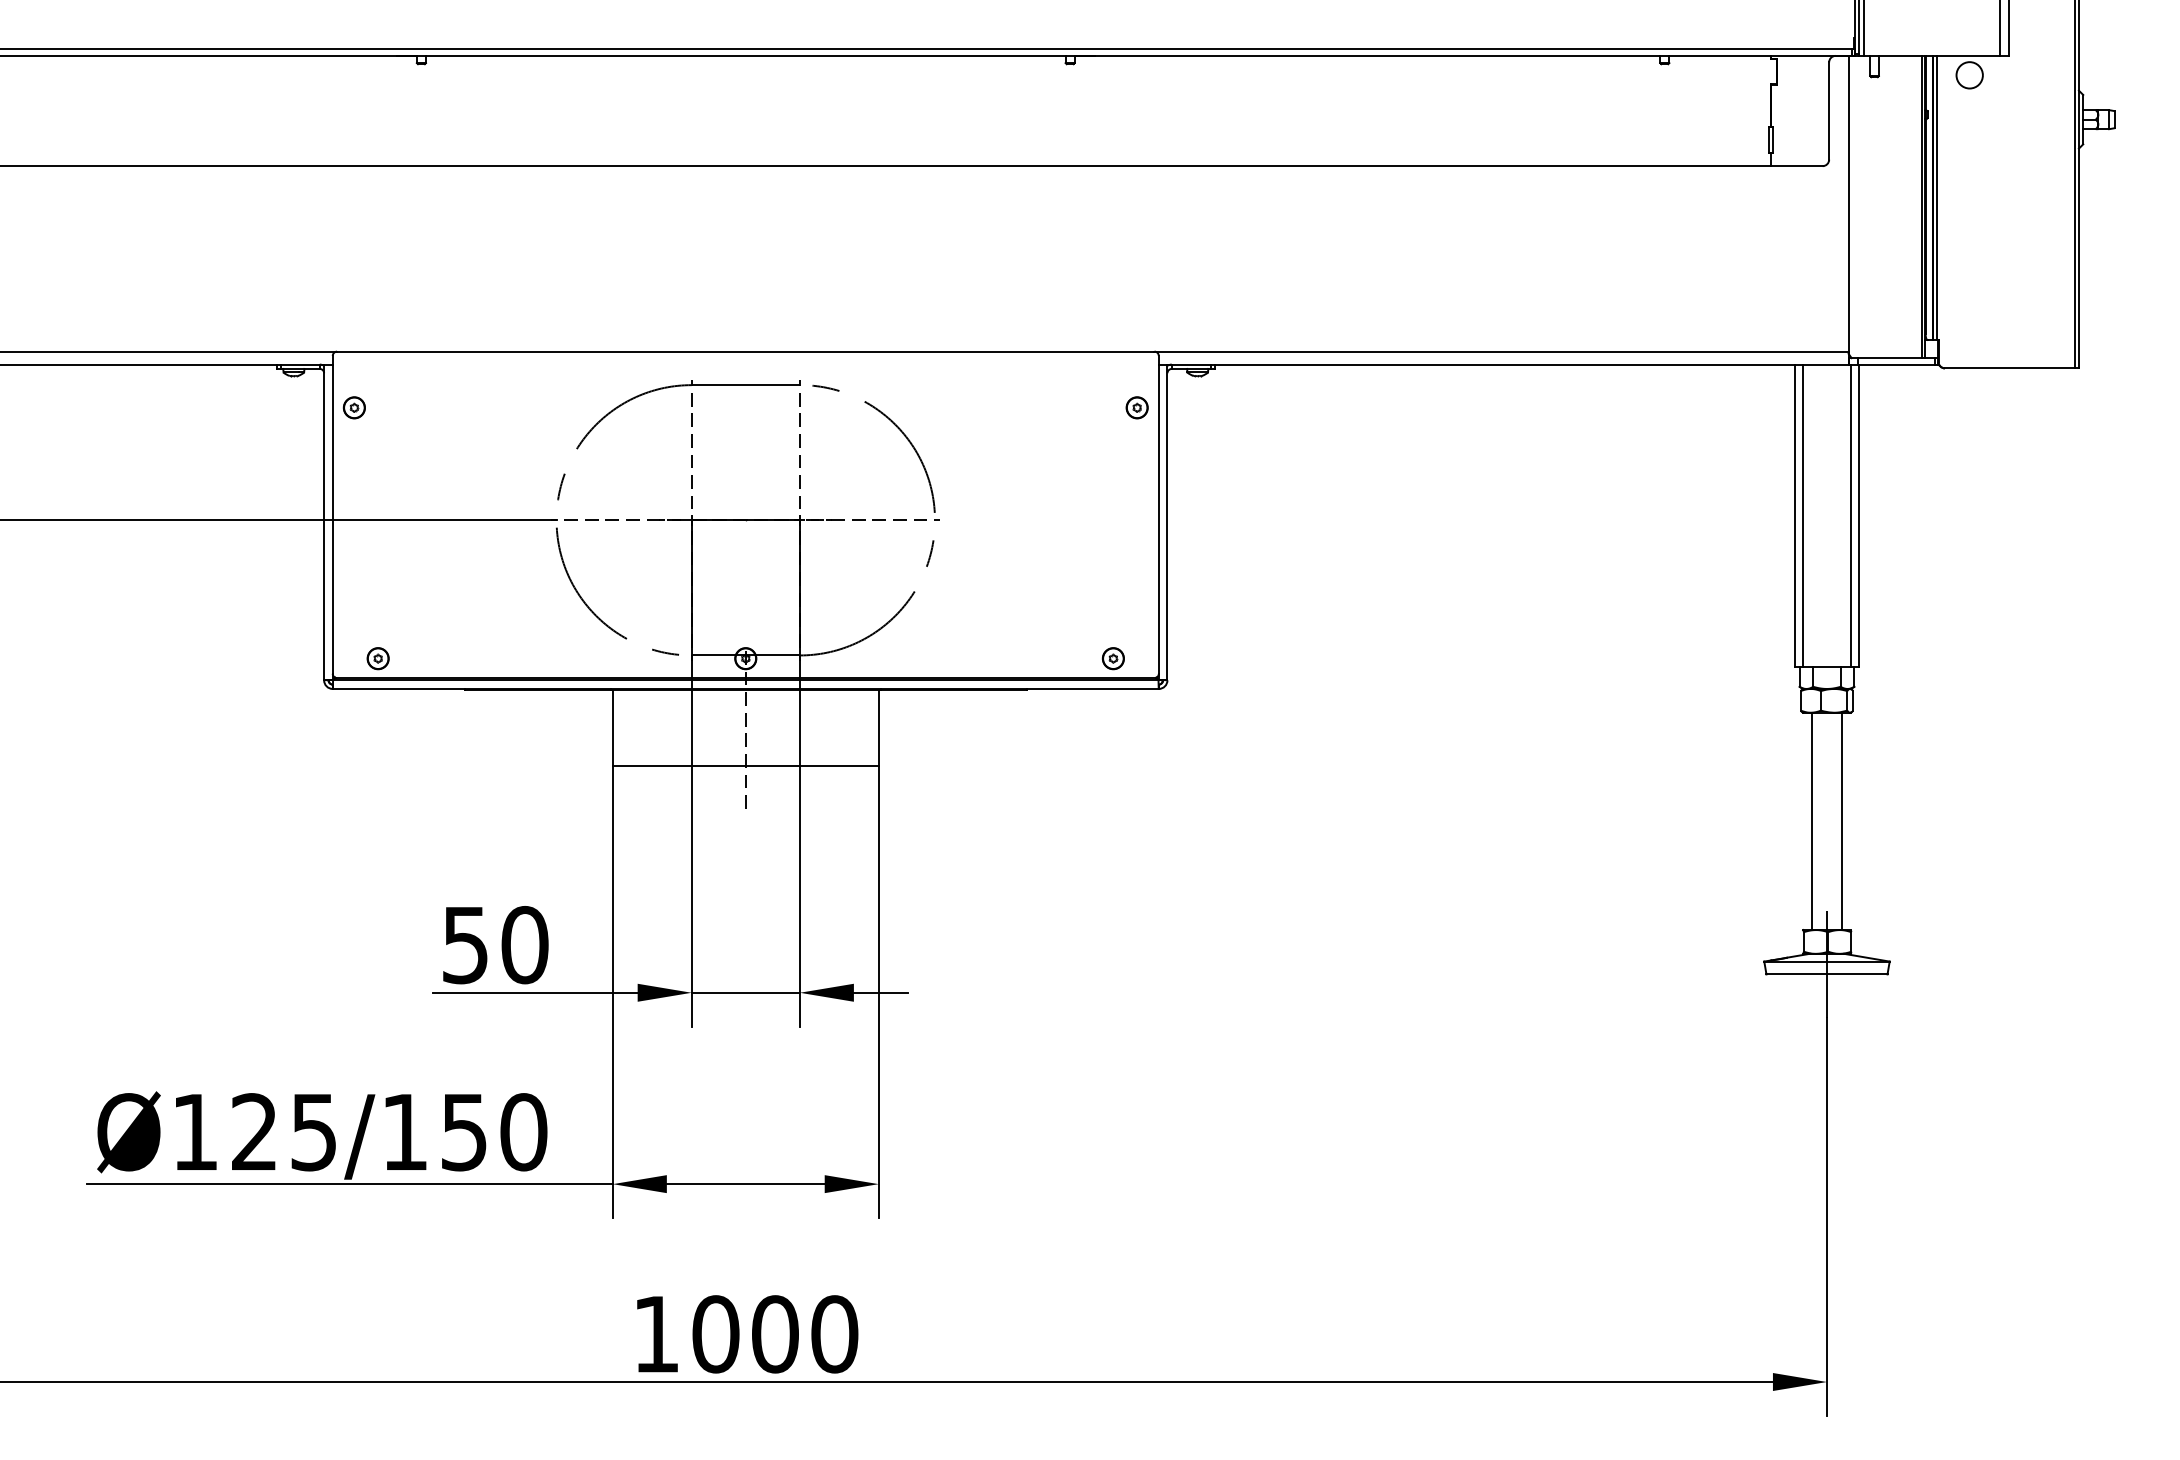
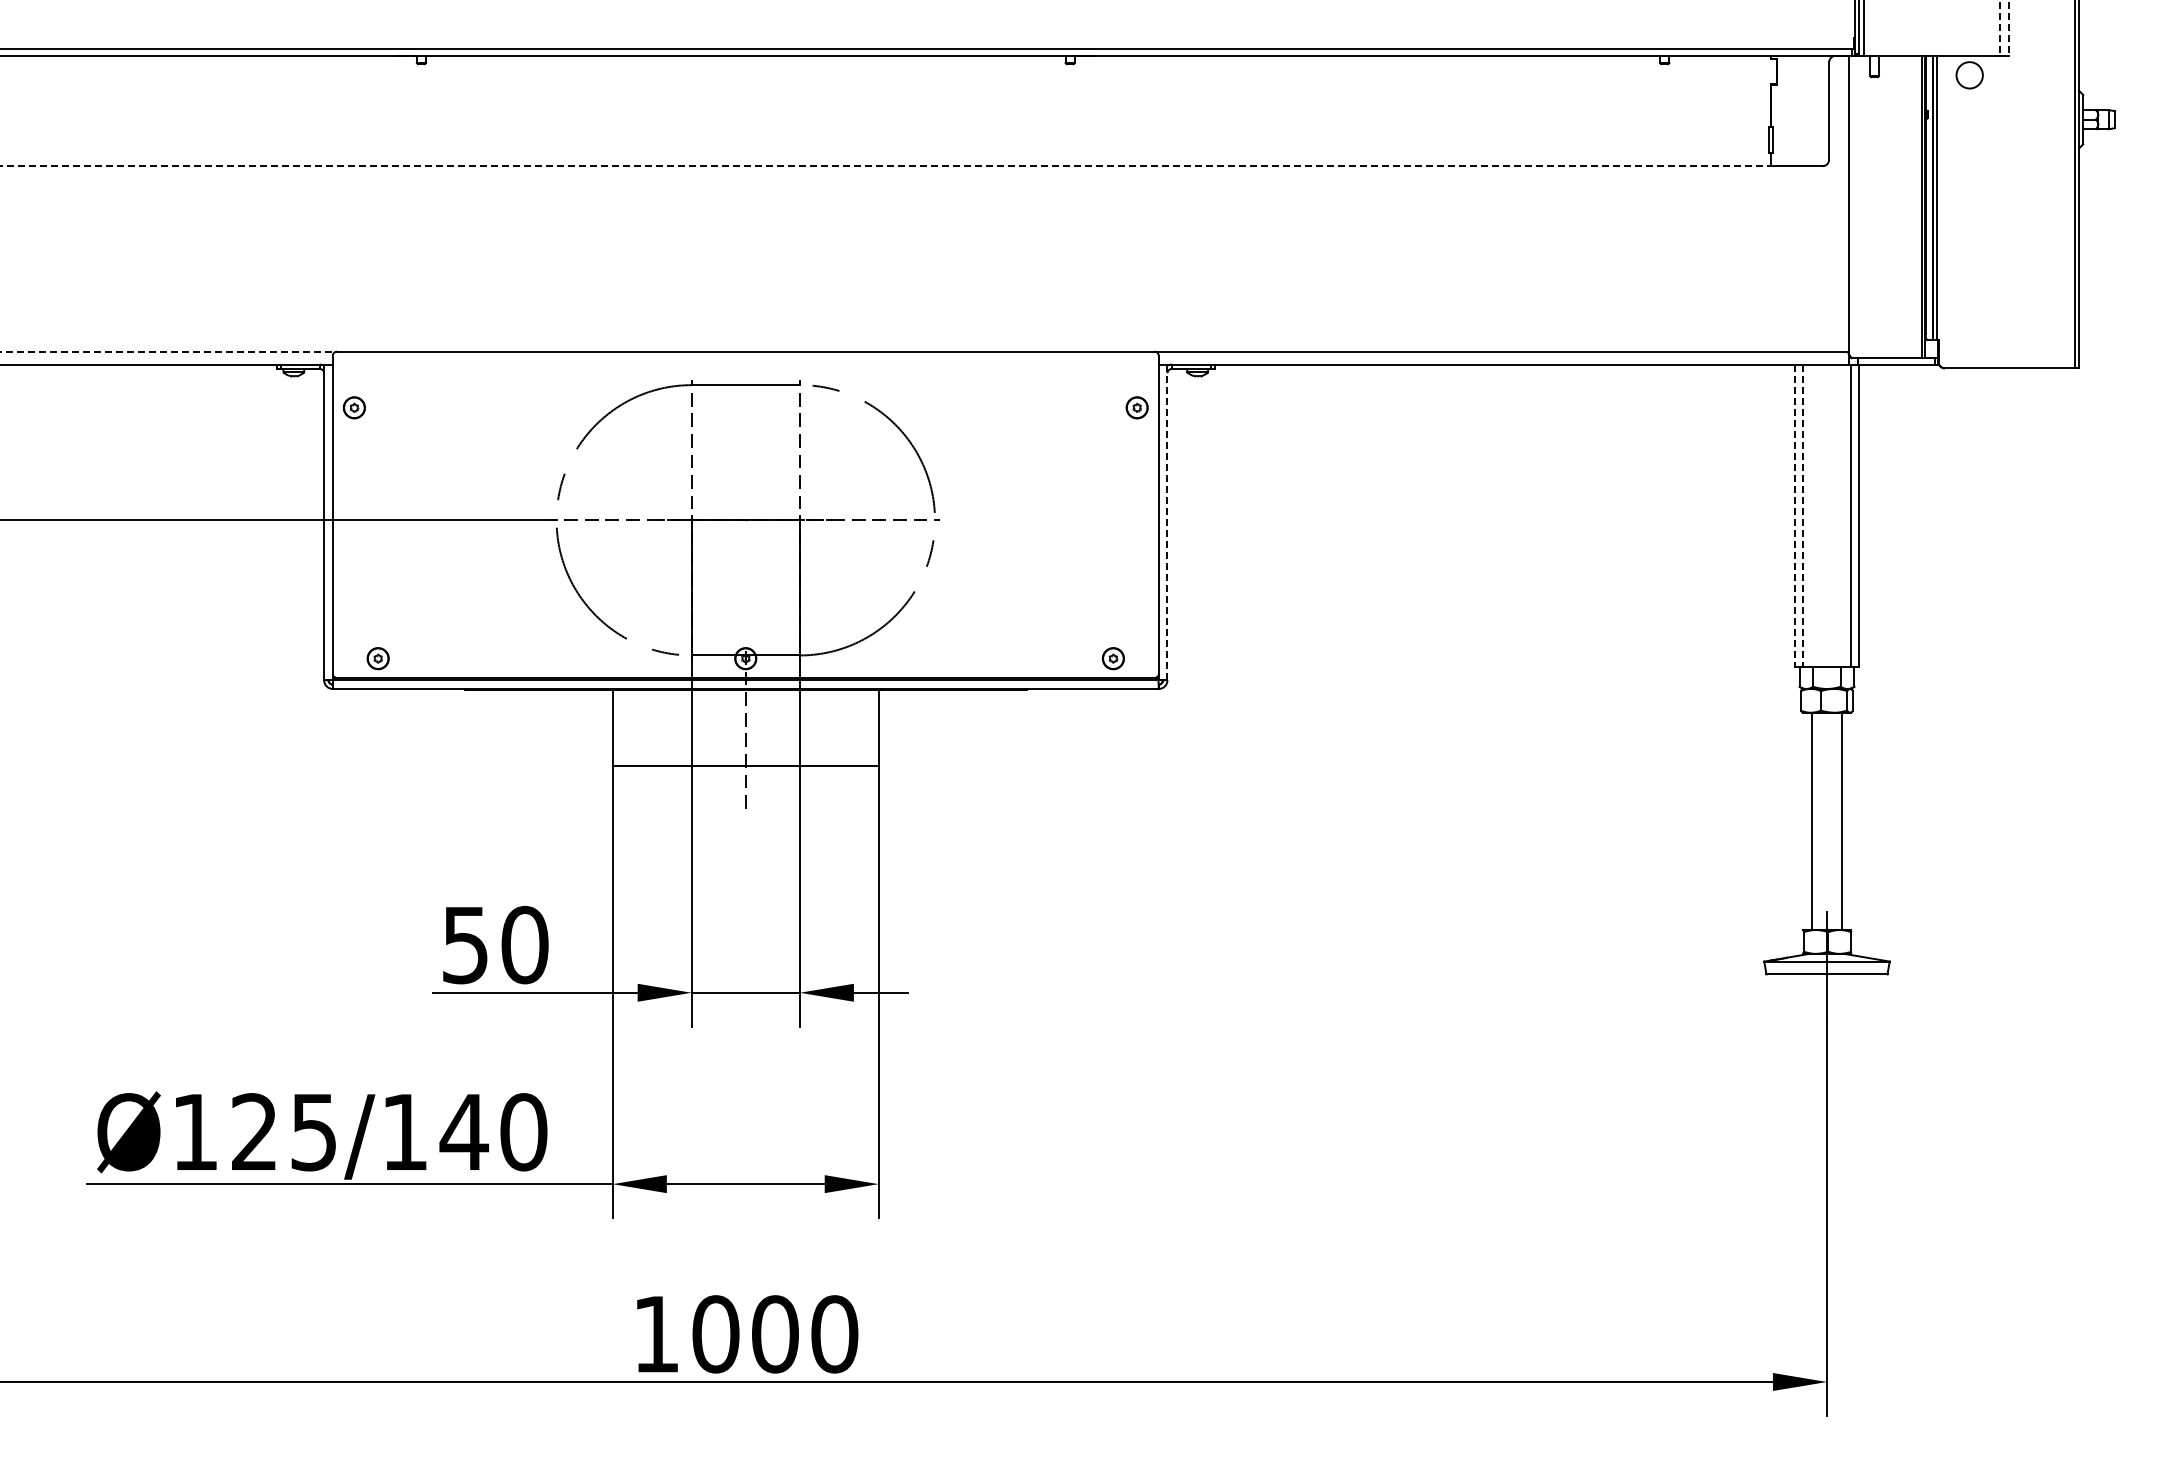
line at (1999, 28): solid -> dashed
line at (2008, 28): solid -> dashed
line at (885, 166): solid -> dashed
line at (169, 351): solid -> dashed
line at (1794, 516): solid -> dashed
line at (1803, 516): solid -> dashed
line at (1167, 522): solid -> dashed
text at (463, 1132): Ø125/150 -> Ø125/140
